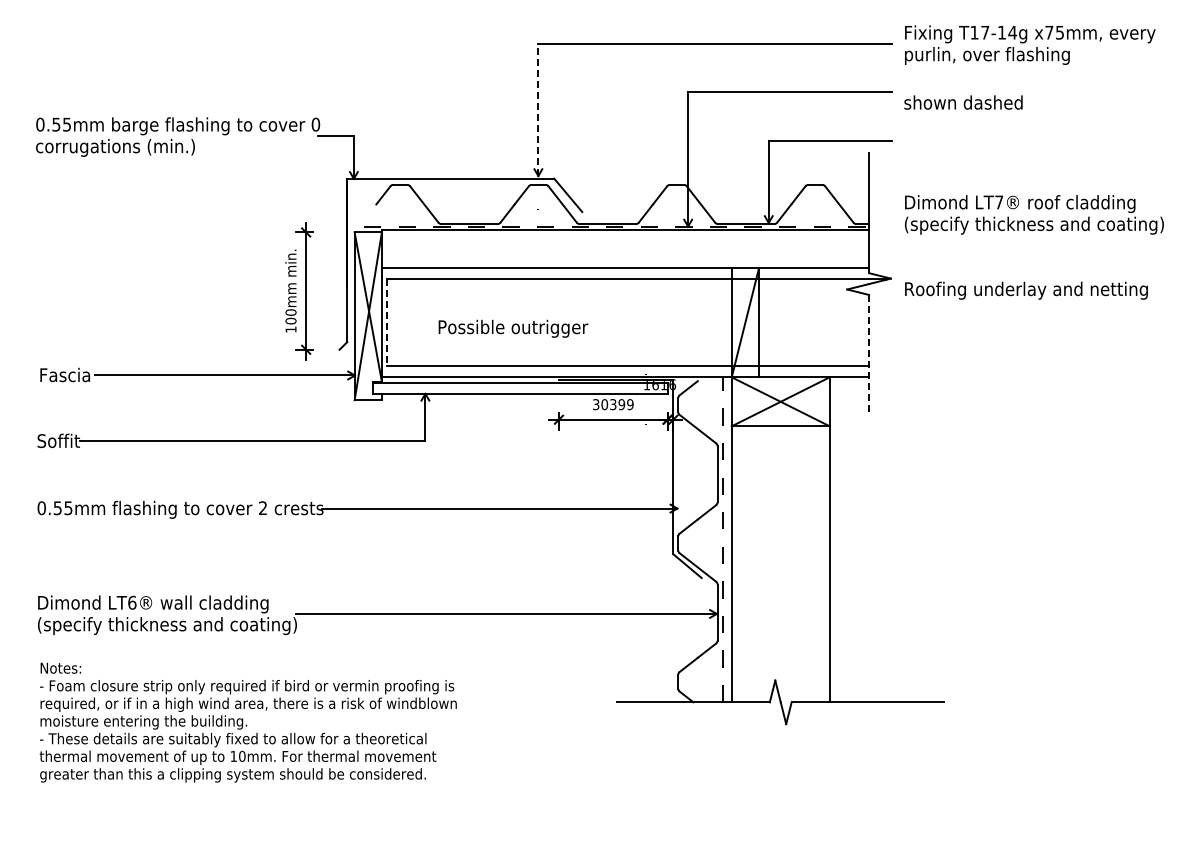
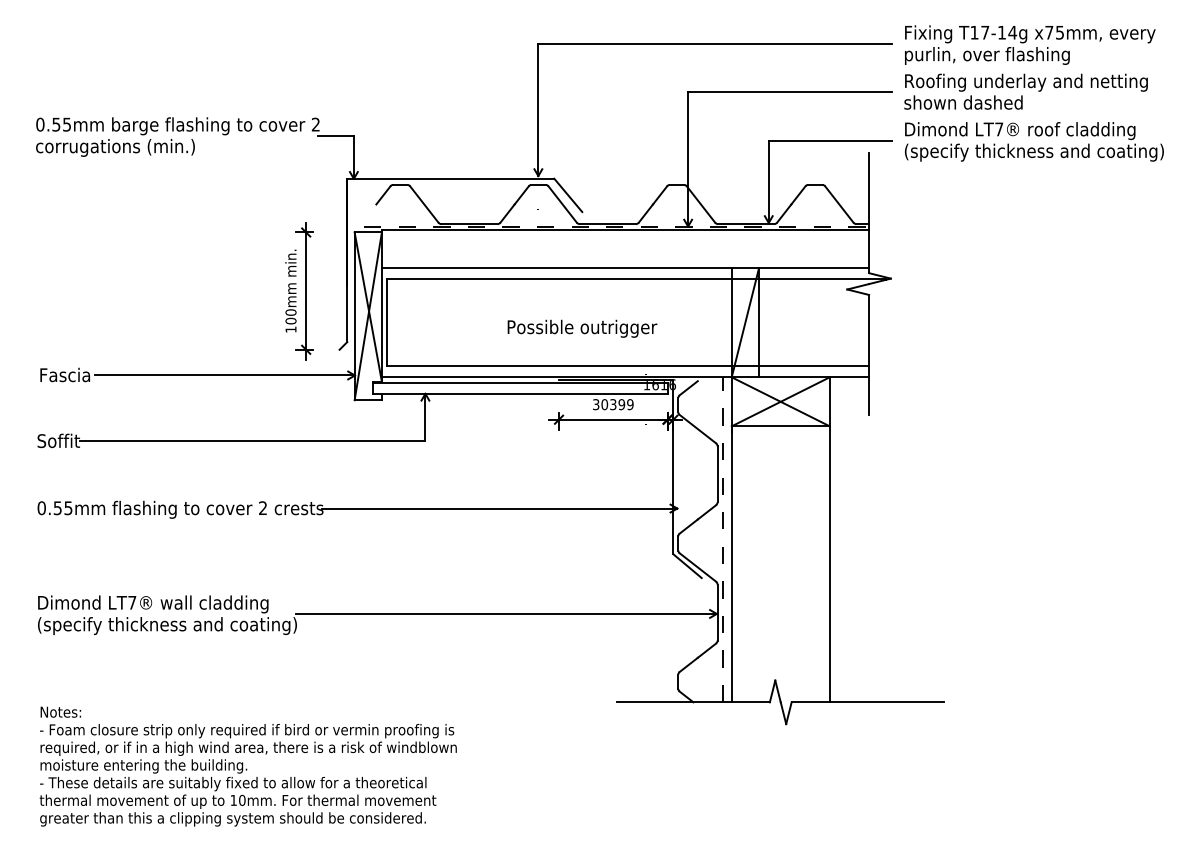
line at (538, 109): dashed -> solid
text at (315, 124): 0 -> 2
text at (1034, 214) position: (1034, 214) -> (1034, 141)
text at (1026, 290) position: (1026, 290) -> (1026, 82)
line at (387, 322): dashed -> solid
text at (513, 328) position: (513, 328) -> (582, 328)
line at (869, 354): dashed -> solid
text at (132, 602): LT6® -> LT7®
text at (247, 722) position: (247, 722) -> (247, 766)
